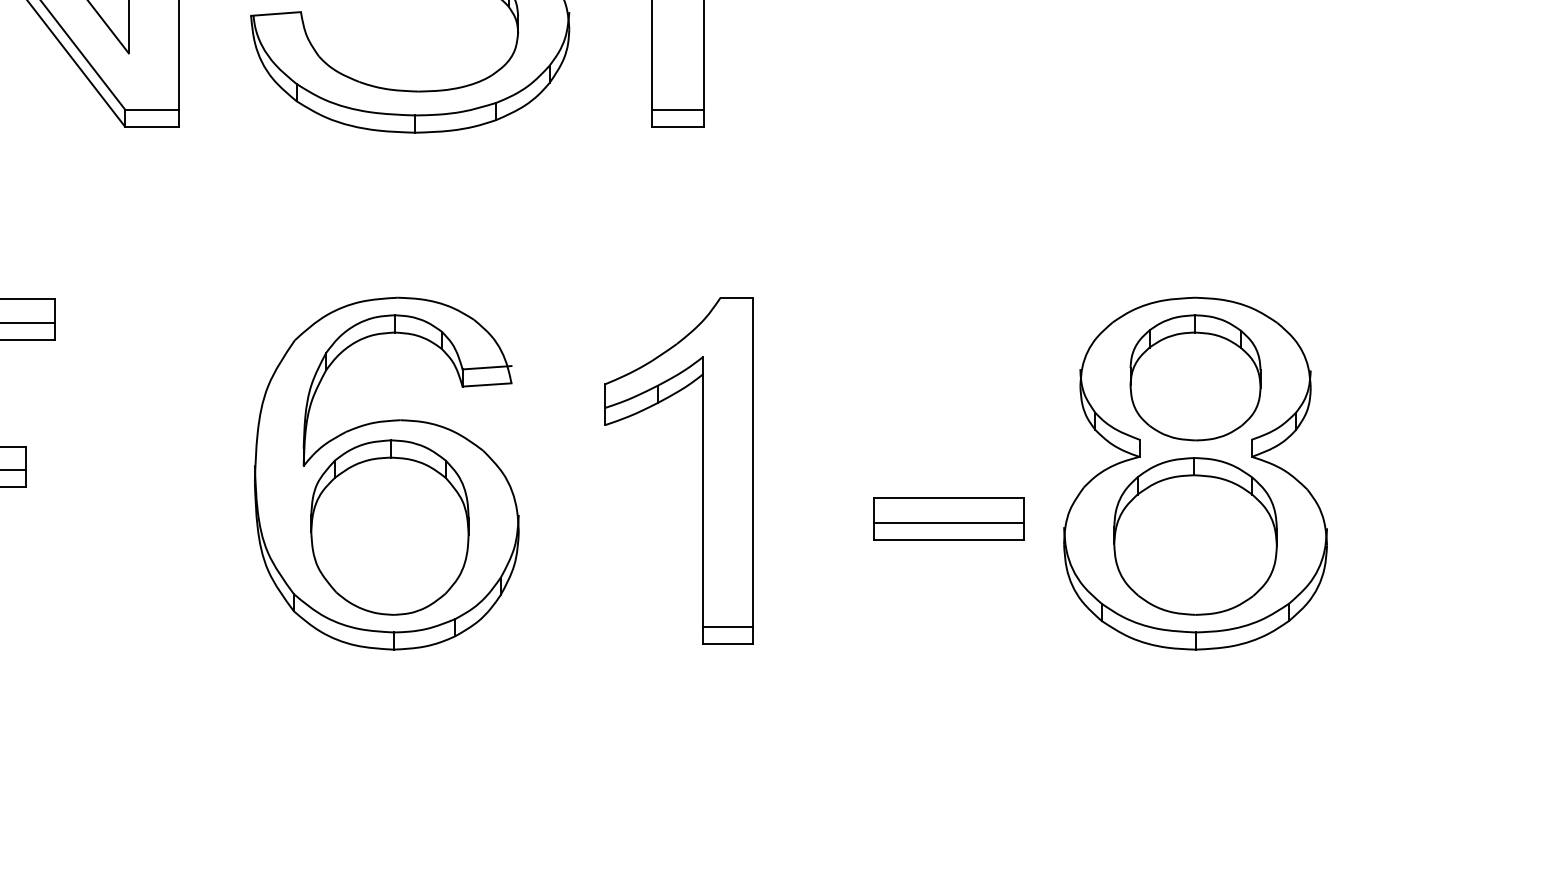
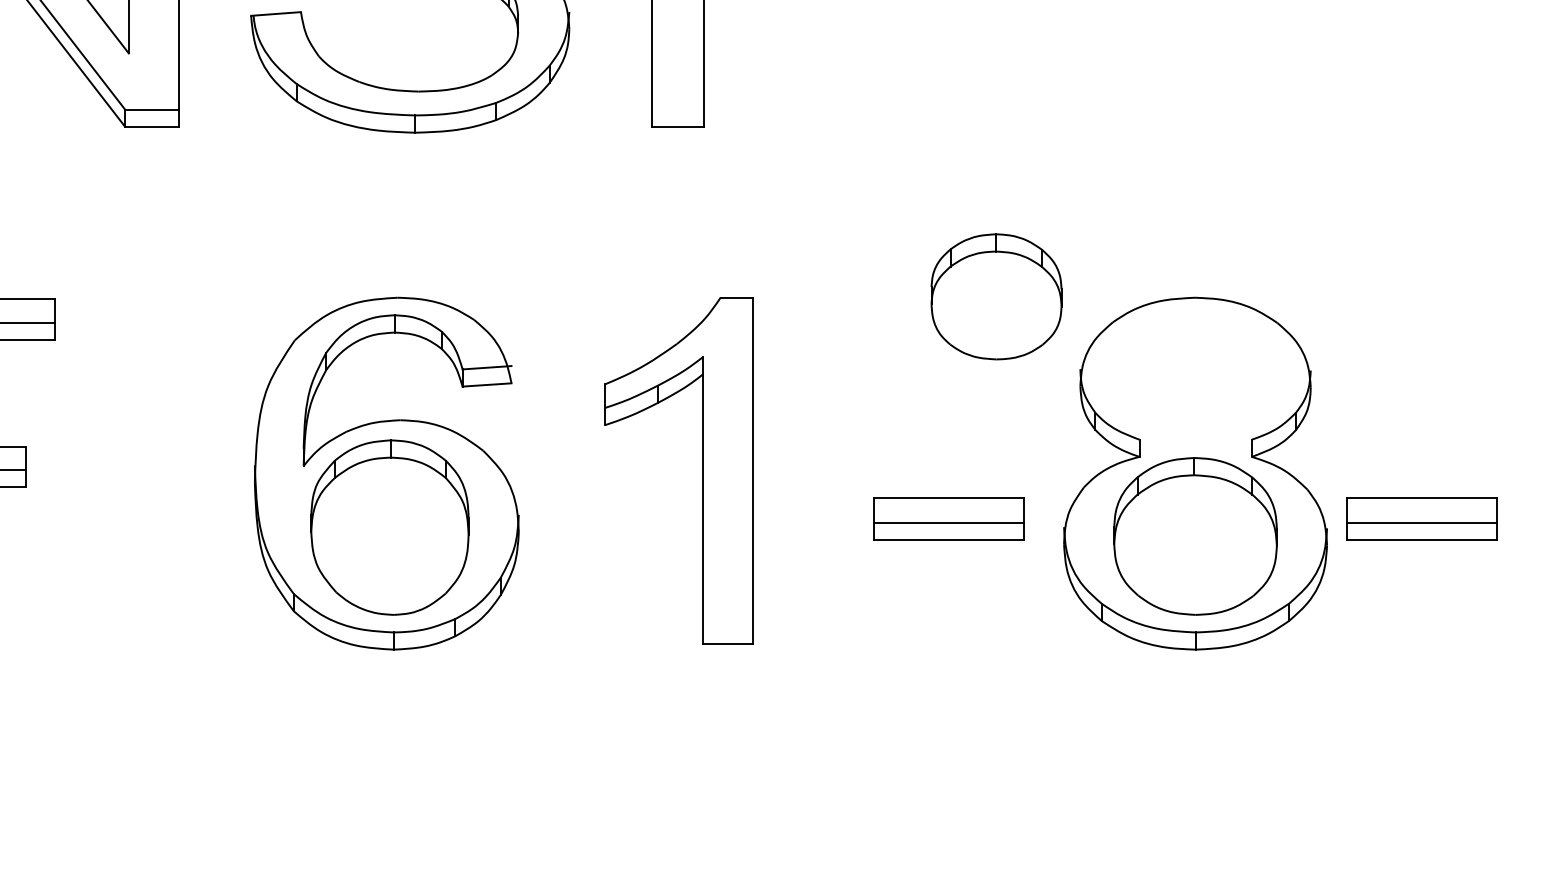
line at (677, 109): present -> none
part at (1195, 377) position: (1195, 377) -> (996, 296)
part at (1421, 518): none -> present
line at (727, 626): present -> none
